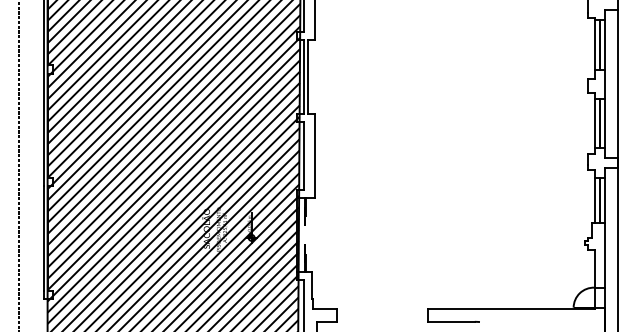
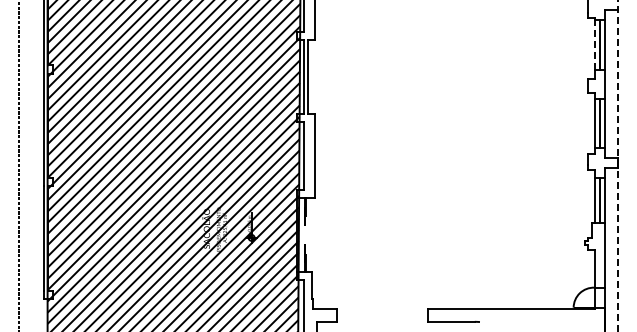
line at (594, 45): solid -> dashed
line at (617, 166): solid -> dashed
